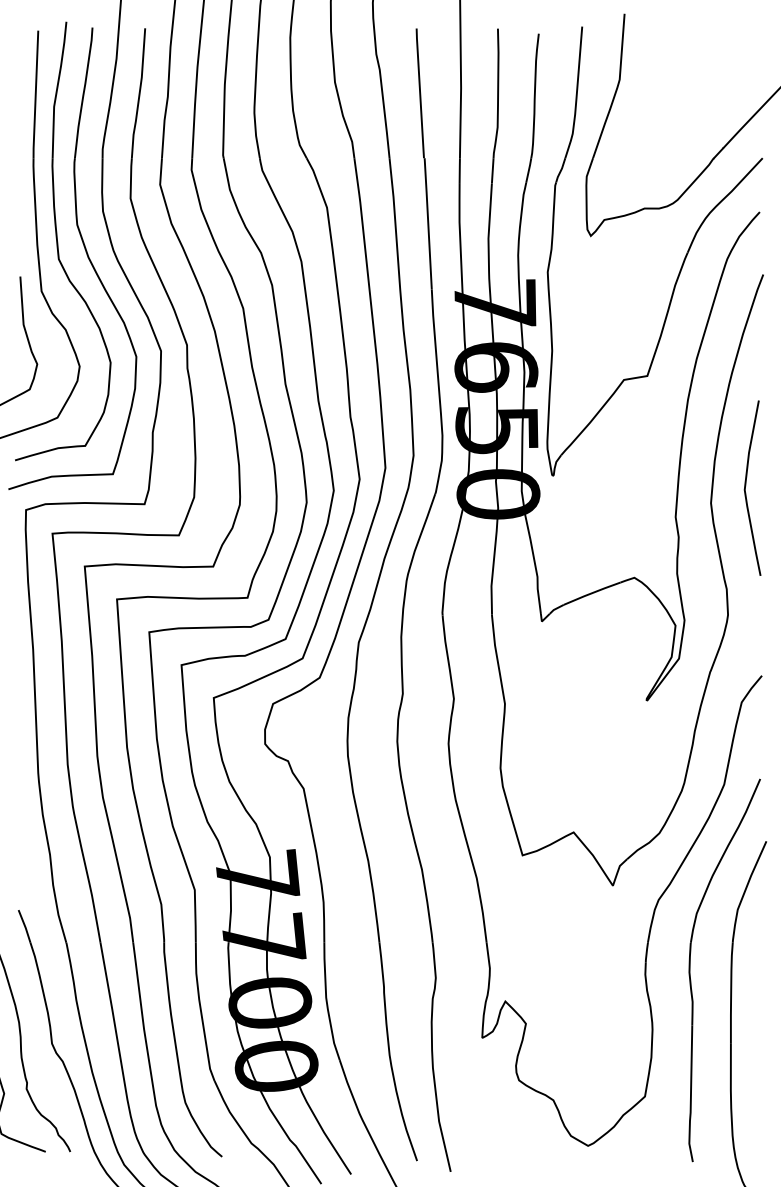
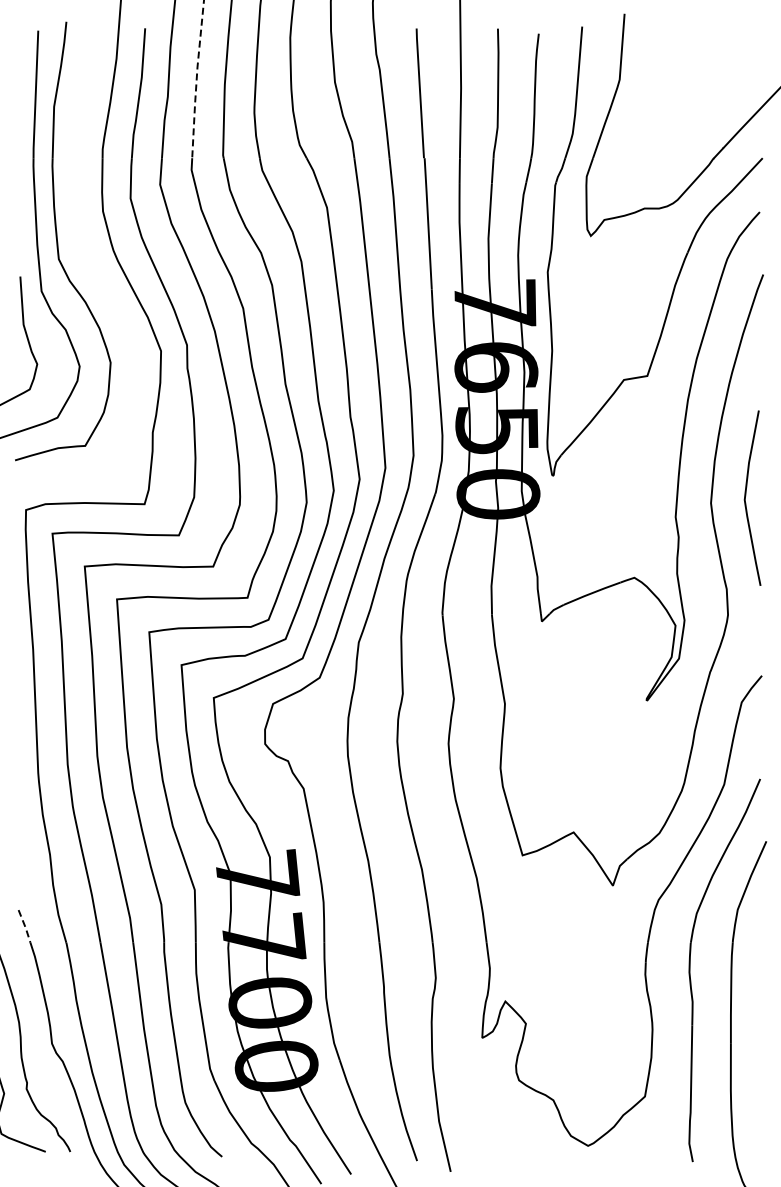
line at (196, 79): solid -> dashed
part at (85, 252): present -> none
curve at (746, 485) position: (746, 485) -> (746, 495)
line at (25, 927): solid -> dashed
